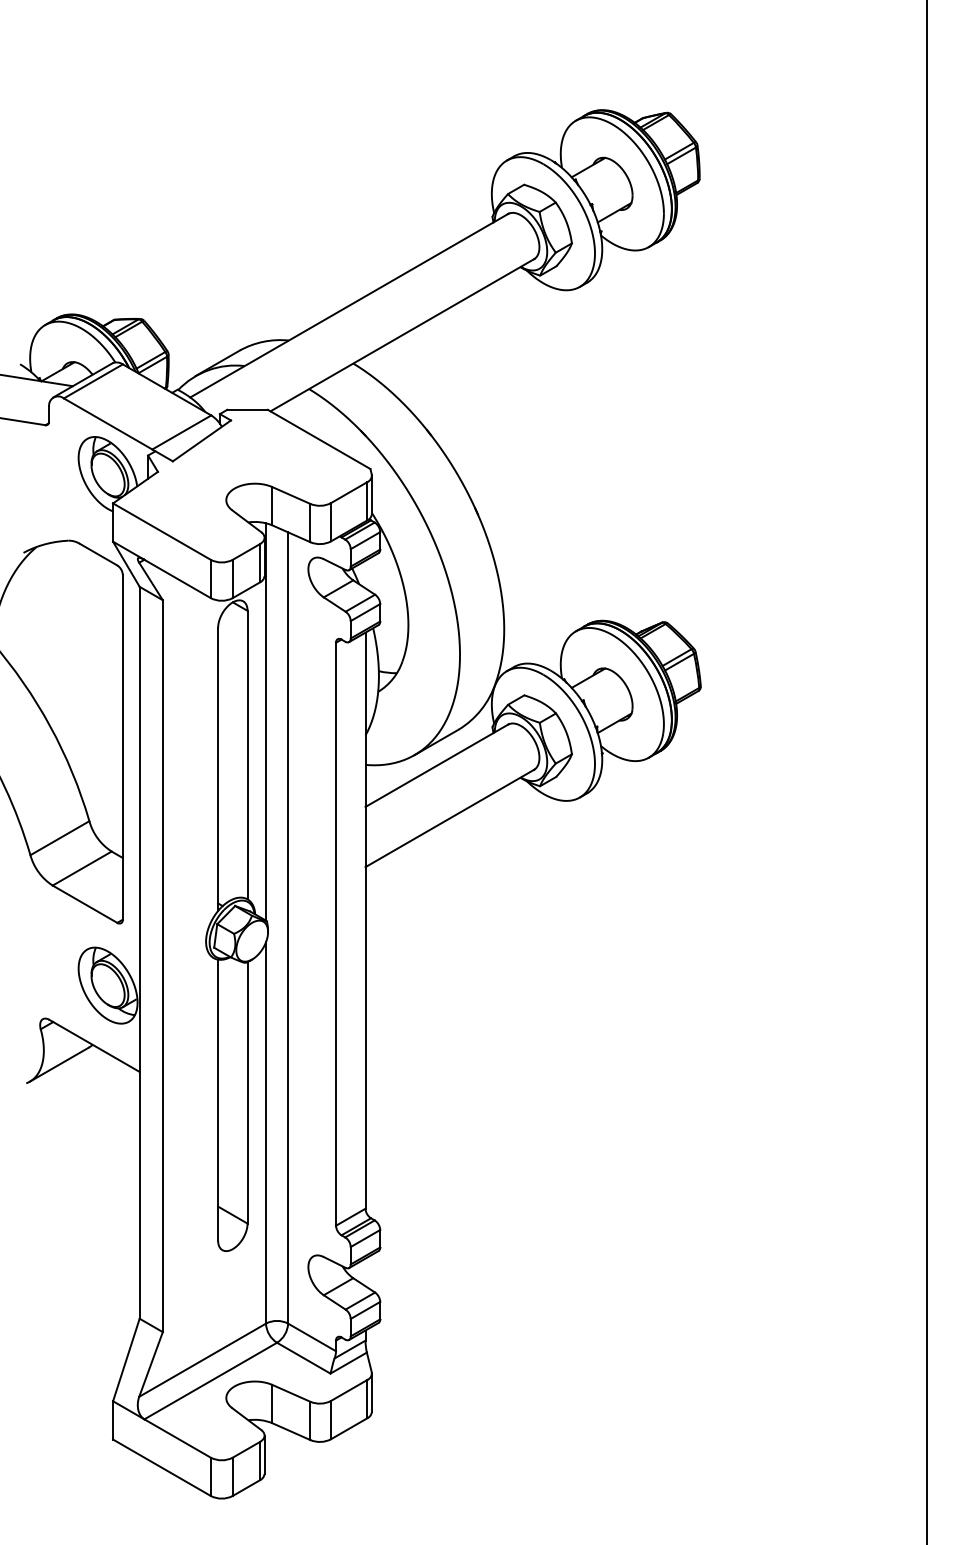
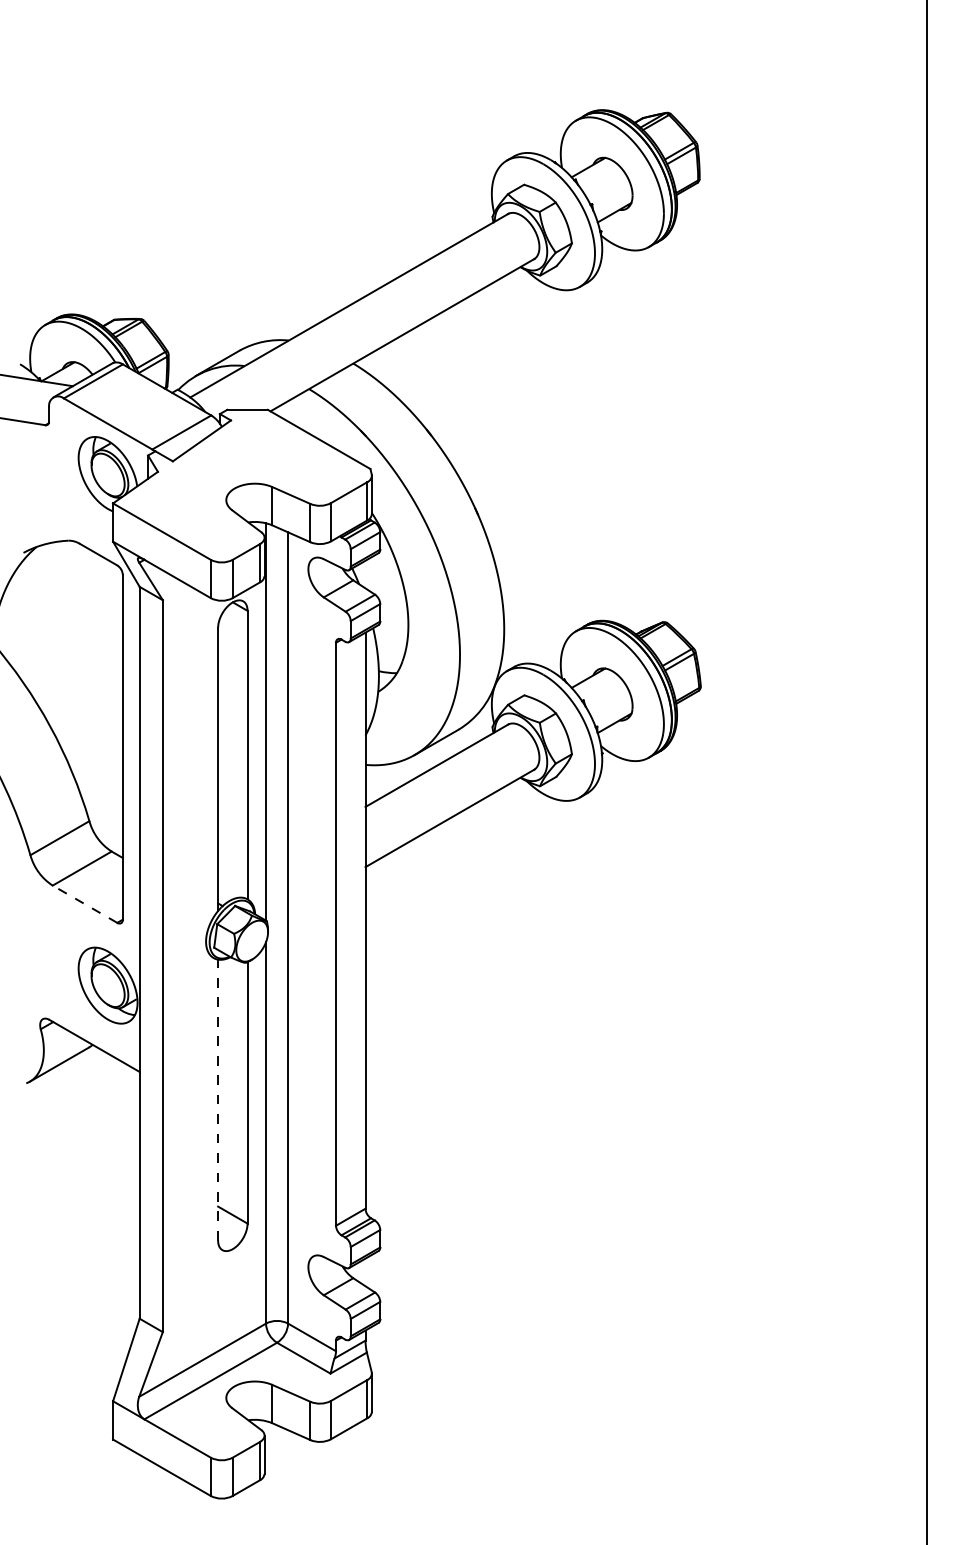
line at (84, 903): solid -> dashed
line at (218, 1100): solid -> dashed
